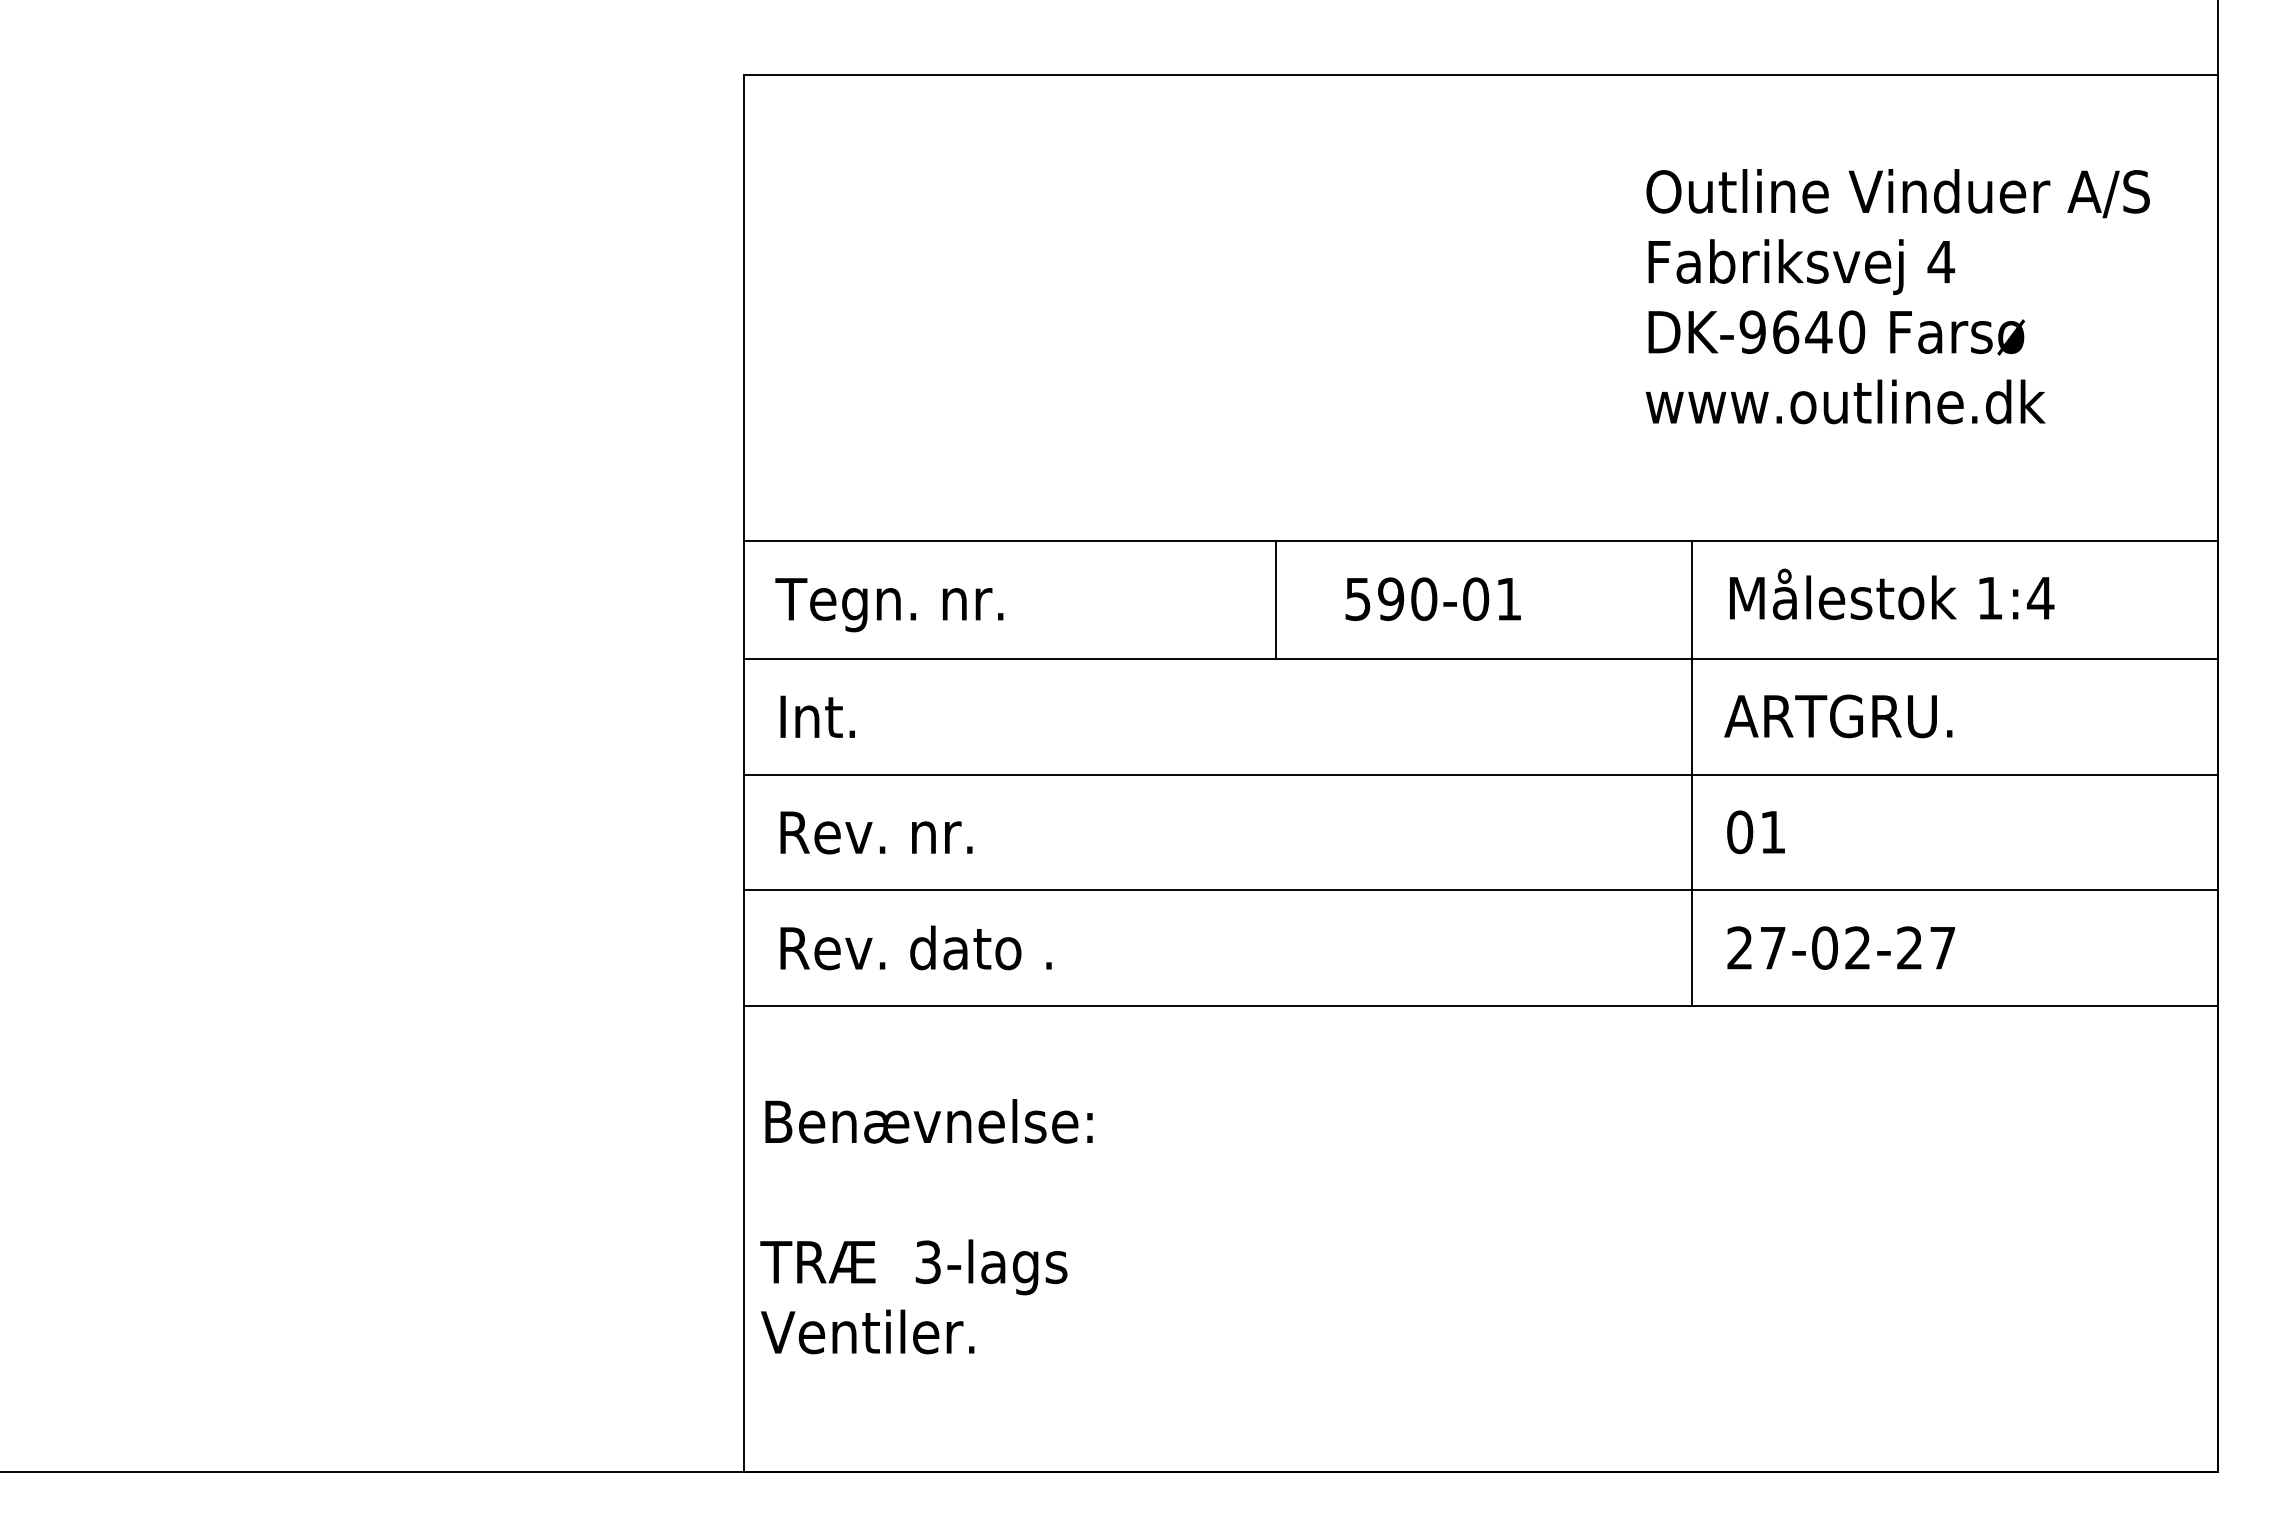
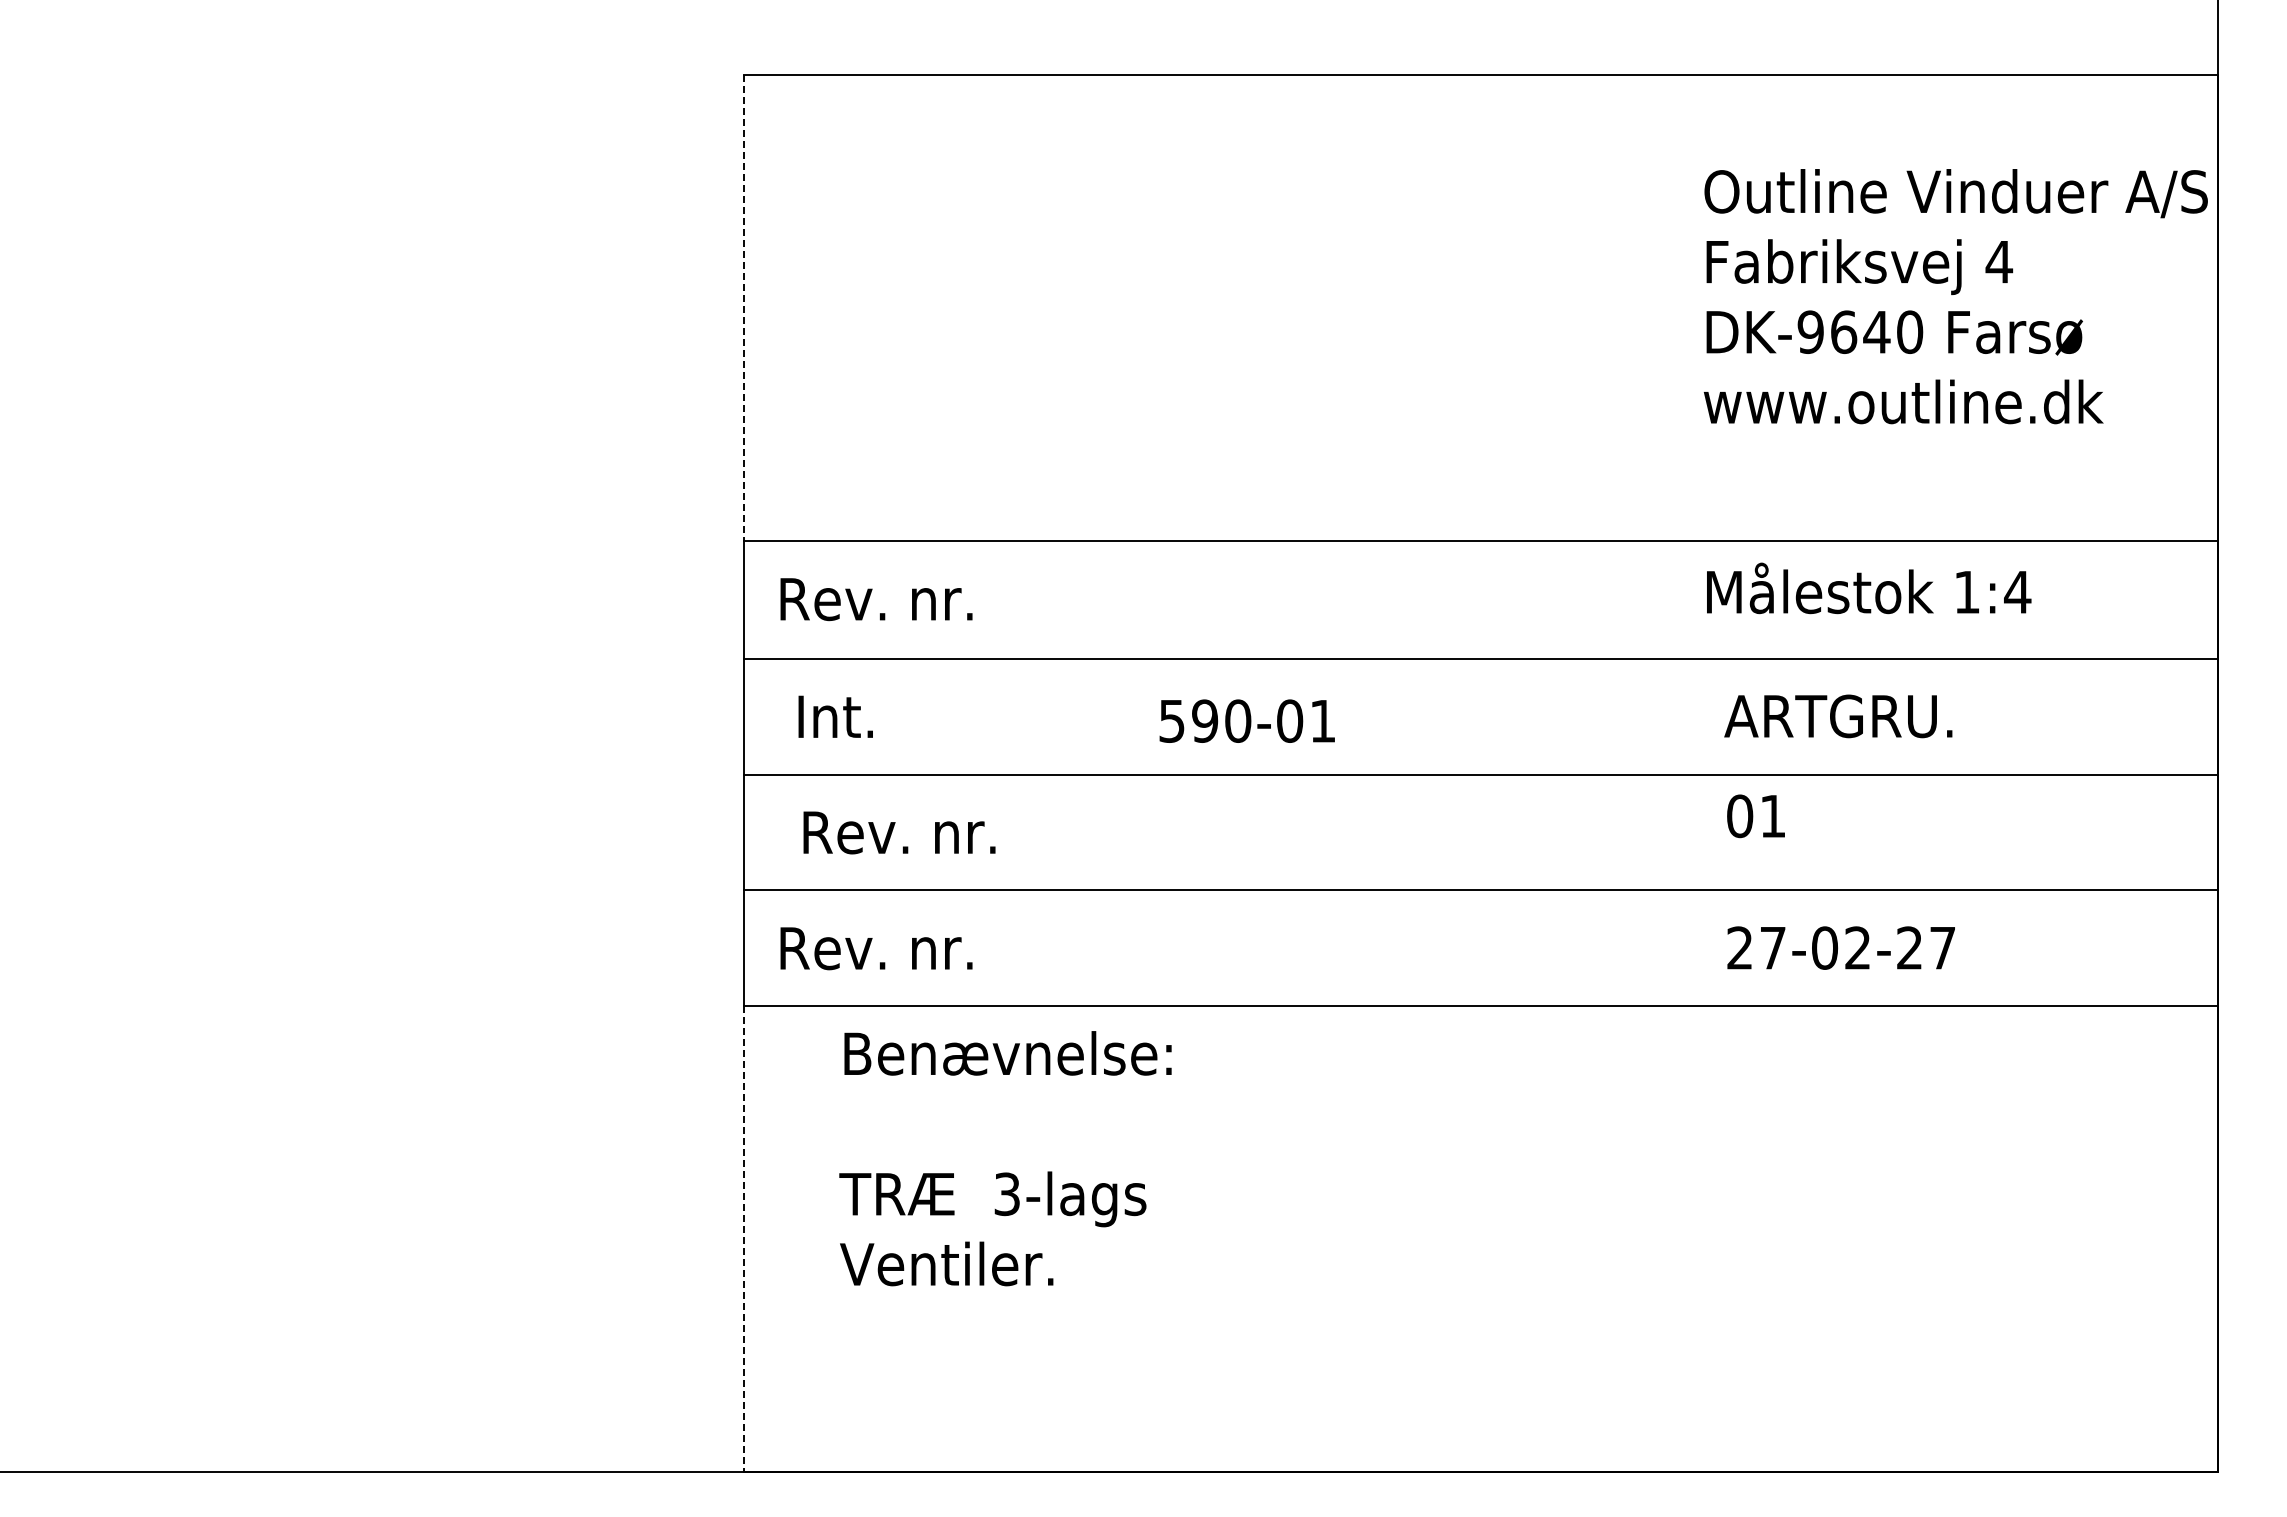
text at (1897, 296) position: (1897, 296) -> (1955, 296)
line at (744, 308): solid -> dashed
text at (1892, 594) position: (1892, 594) -> (1869, 588)
text at (1432, 598) position: (1432, 598) -> (1246, 720)
line at (1275, 599): present -> none
text at (889, 605): Tegn. nr. -> Rev. nr.
text at (817, 716) position: (817, 716) -> (835, 716)
line at (1692, 773): present -> none
text at (876, 832) position: (876, 832) -> (899, 832)
text at (1755, 832) position: (1755, 832) -> (1755, 816)
text at (980, 947): Rev. dato . -> Rev. nr.
text at (926, 1226) position: (926, 1226) -> (1005, 1158)
line at (744, 1238): solid -> dashed
